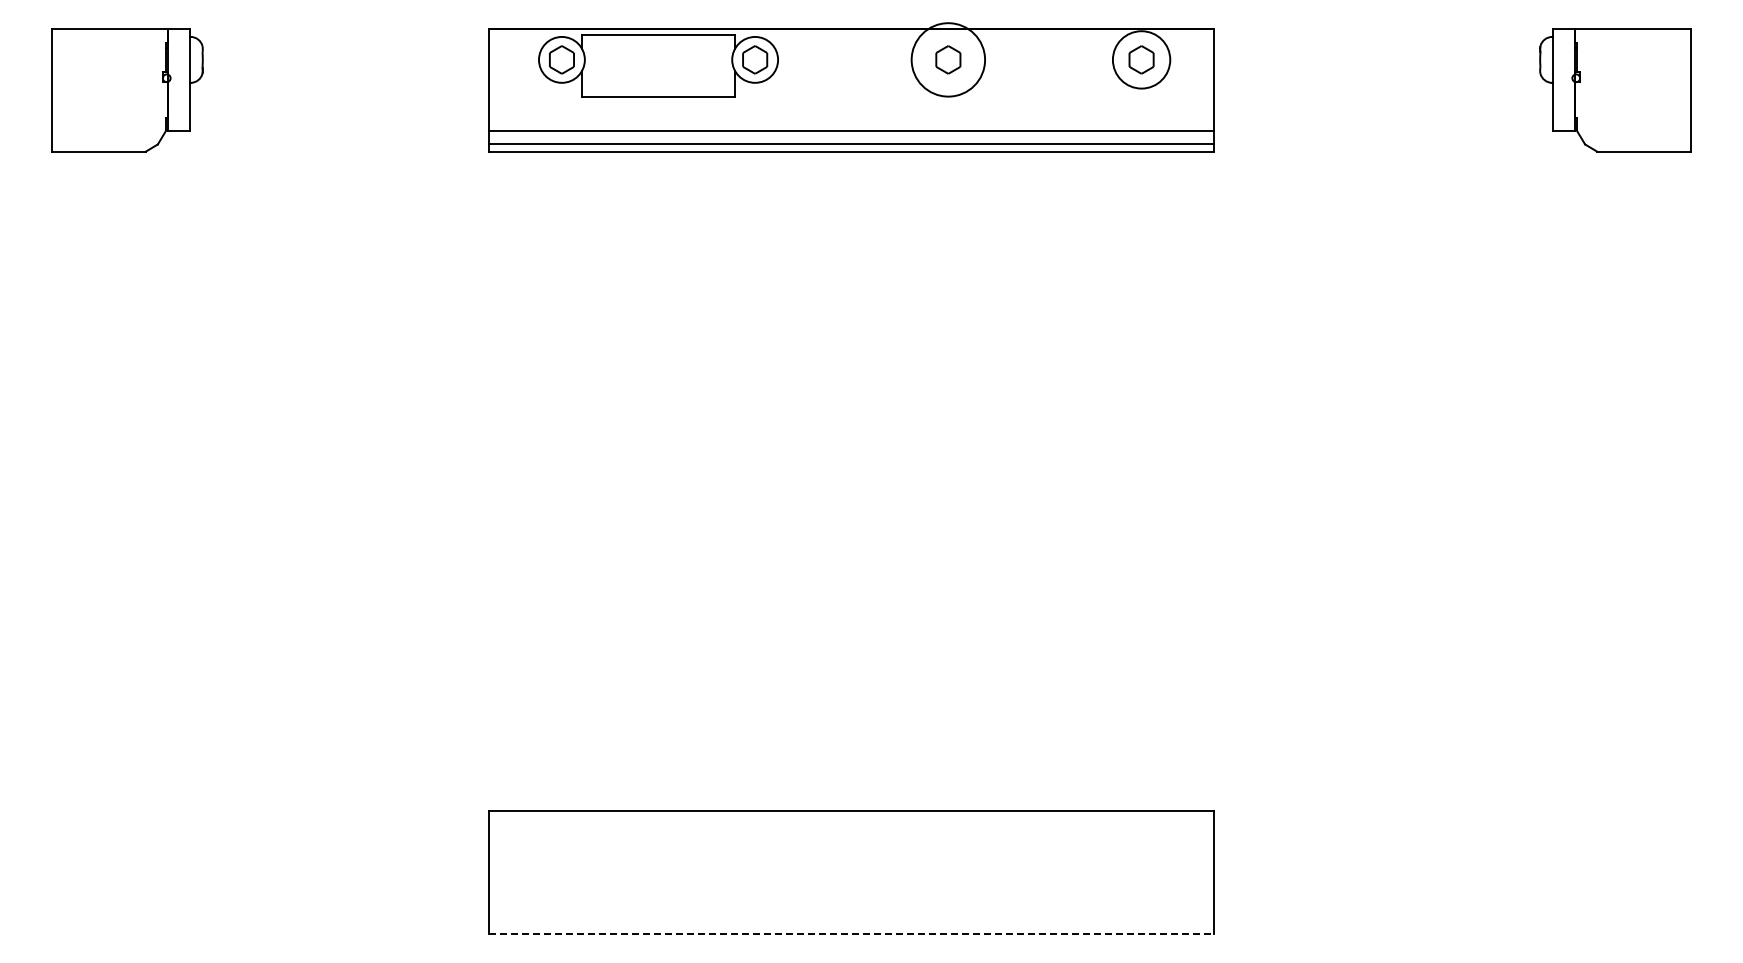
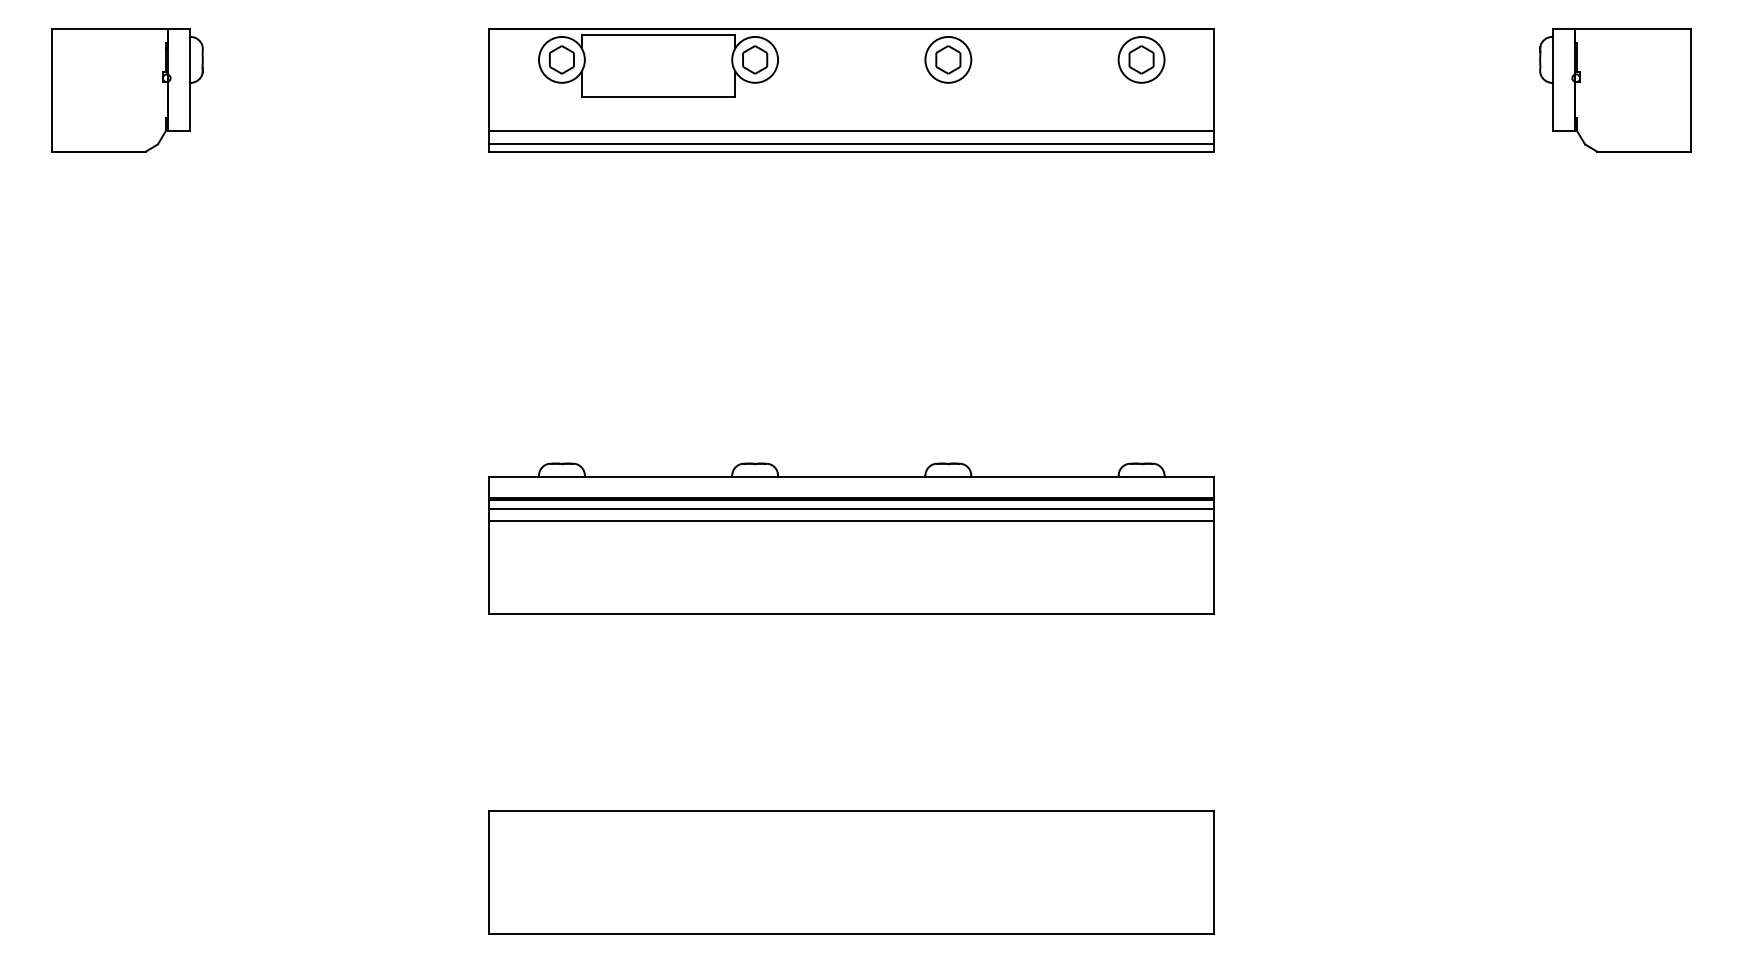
circle at (948, 59) diameter: 73 px -> 46 px
circle at (1141, 59) diameter: 57 px -> 46 px
part at (851, 538): none -> present
line at (852, 933): dashed -> solid
